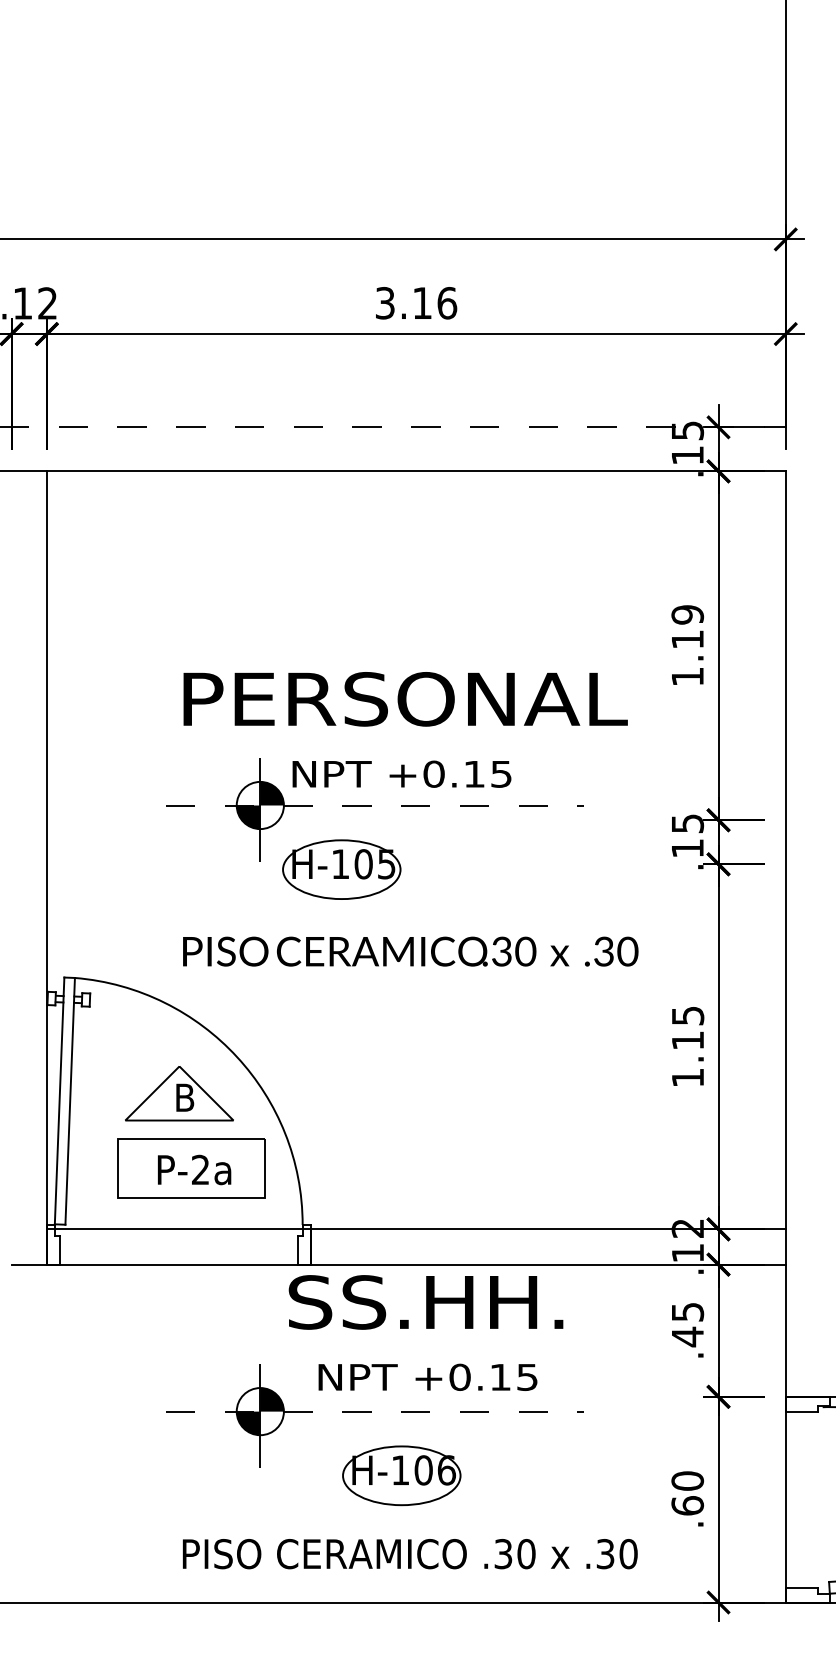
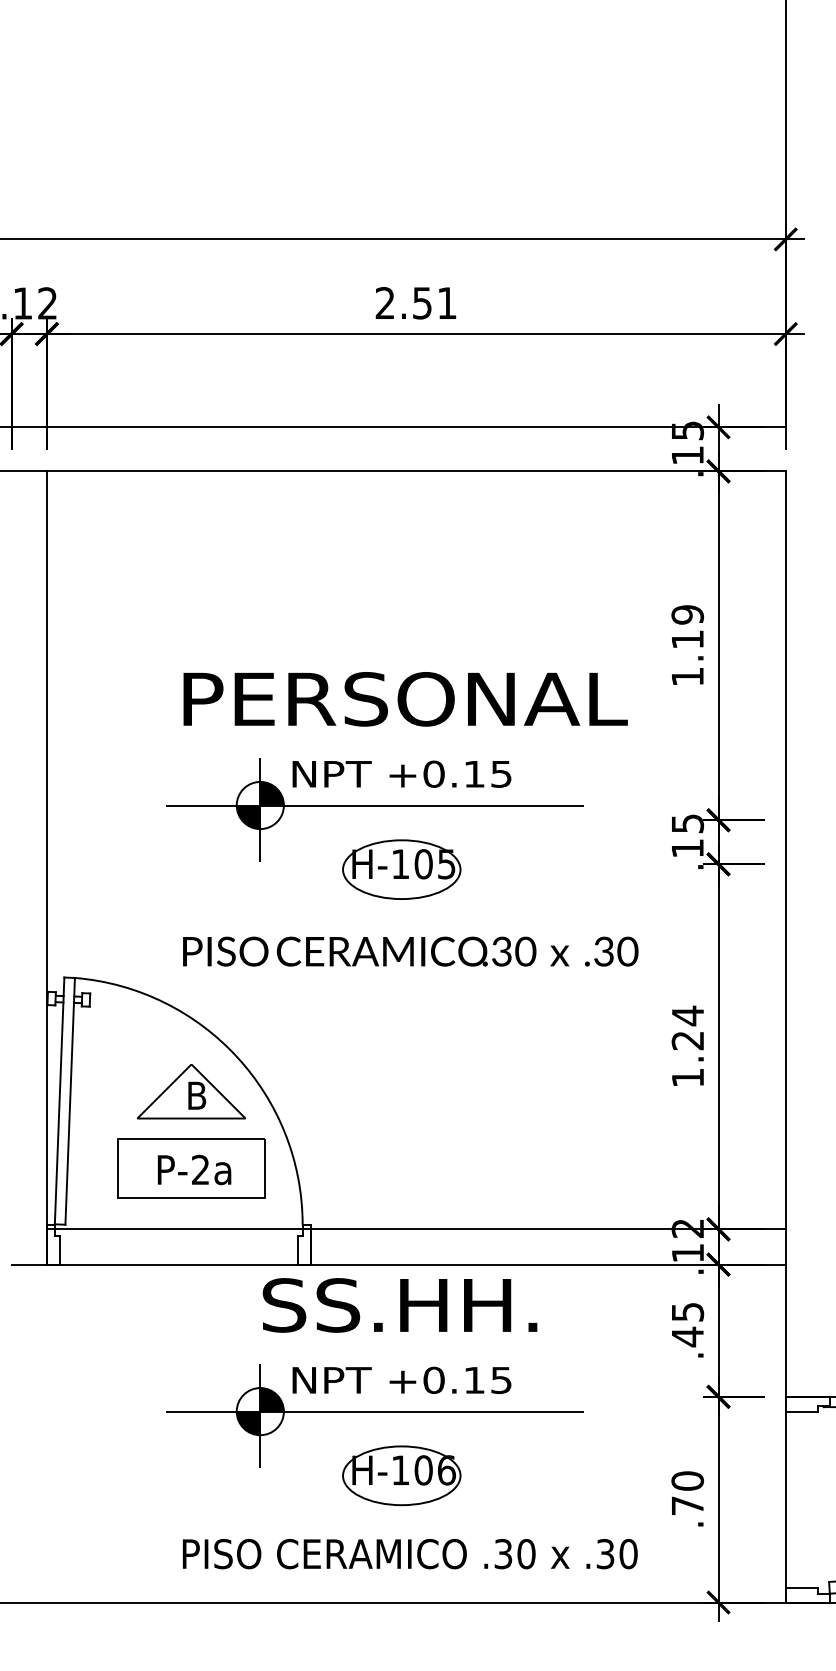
text at (416, 303): 3.16 -> 2.51
line at (393, 427): dashed -> solid
line at (375, 805): dashed -> solid
part at (341, 869) position: (341, 869) -> (401, 869)
text at (687, 1027): 1.15 -> 1.24
part at (179, 1093) position: (179, 1093) -> (191, 1091)
text at (425, 1332) position: (425, 1332) -> (399, 1335)
line at (375, 1411): dashed -> solid
text at (687, 1505): .60 -> .70
